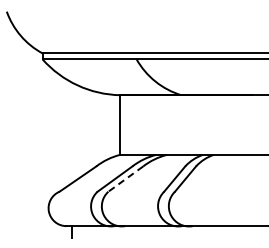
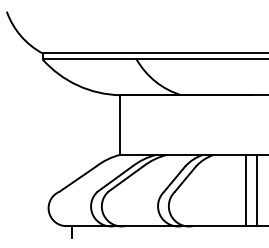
line at (125, 179): dashed -> solid
line at (245, 190): none -> present
line at (257, 190): none -> present
